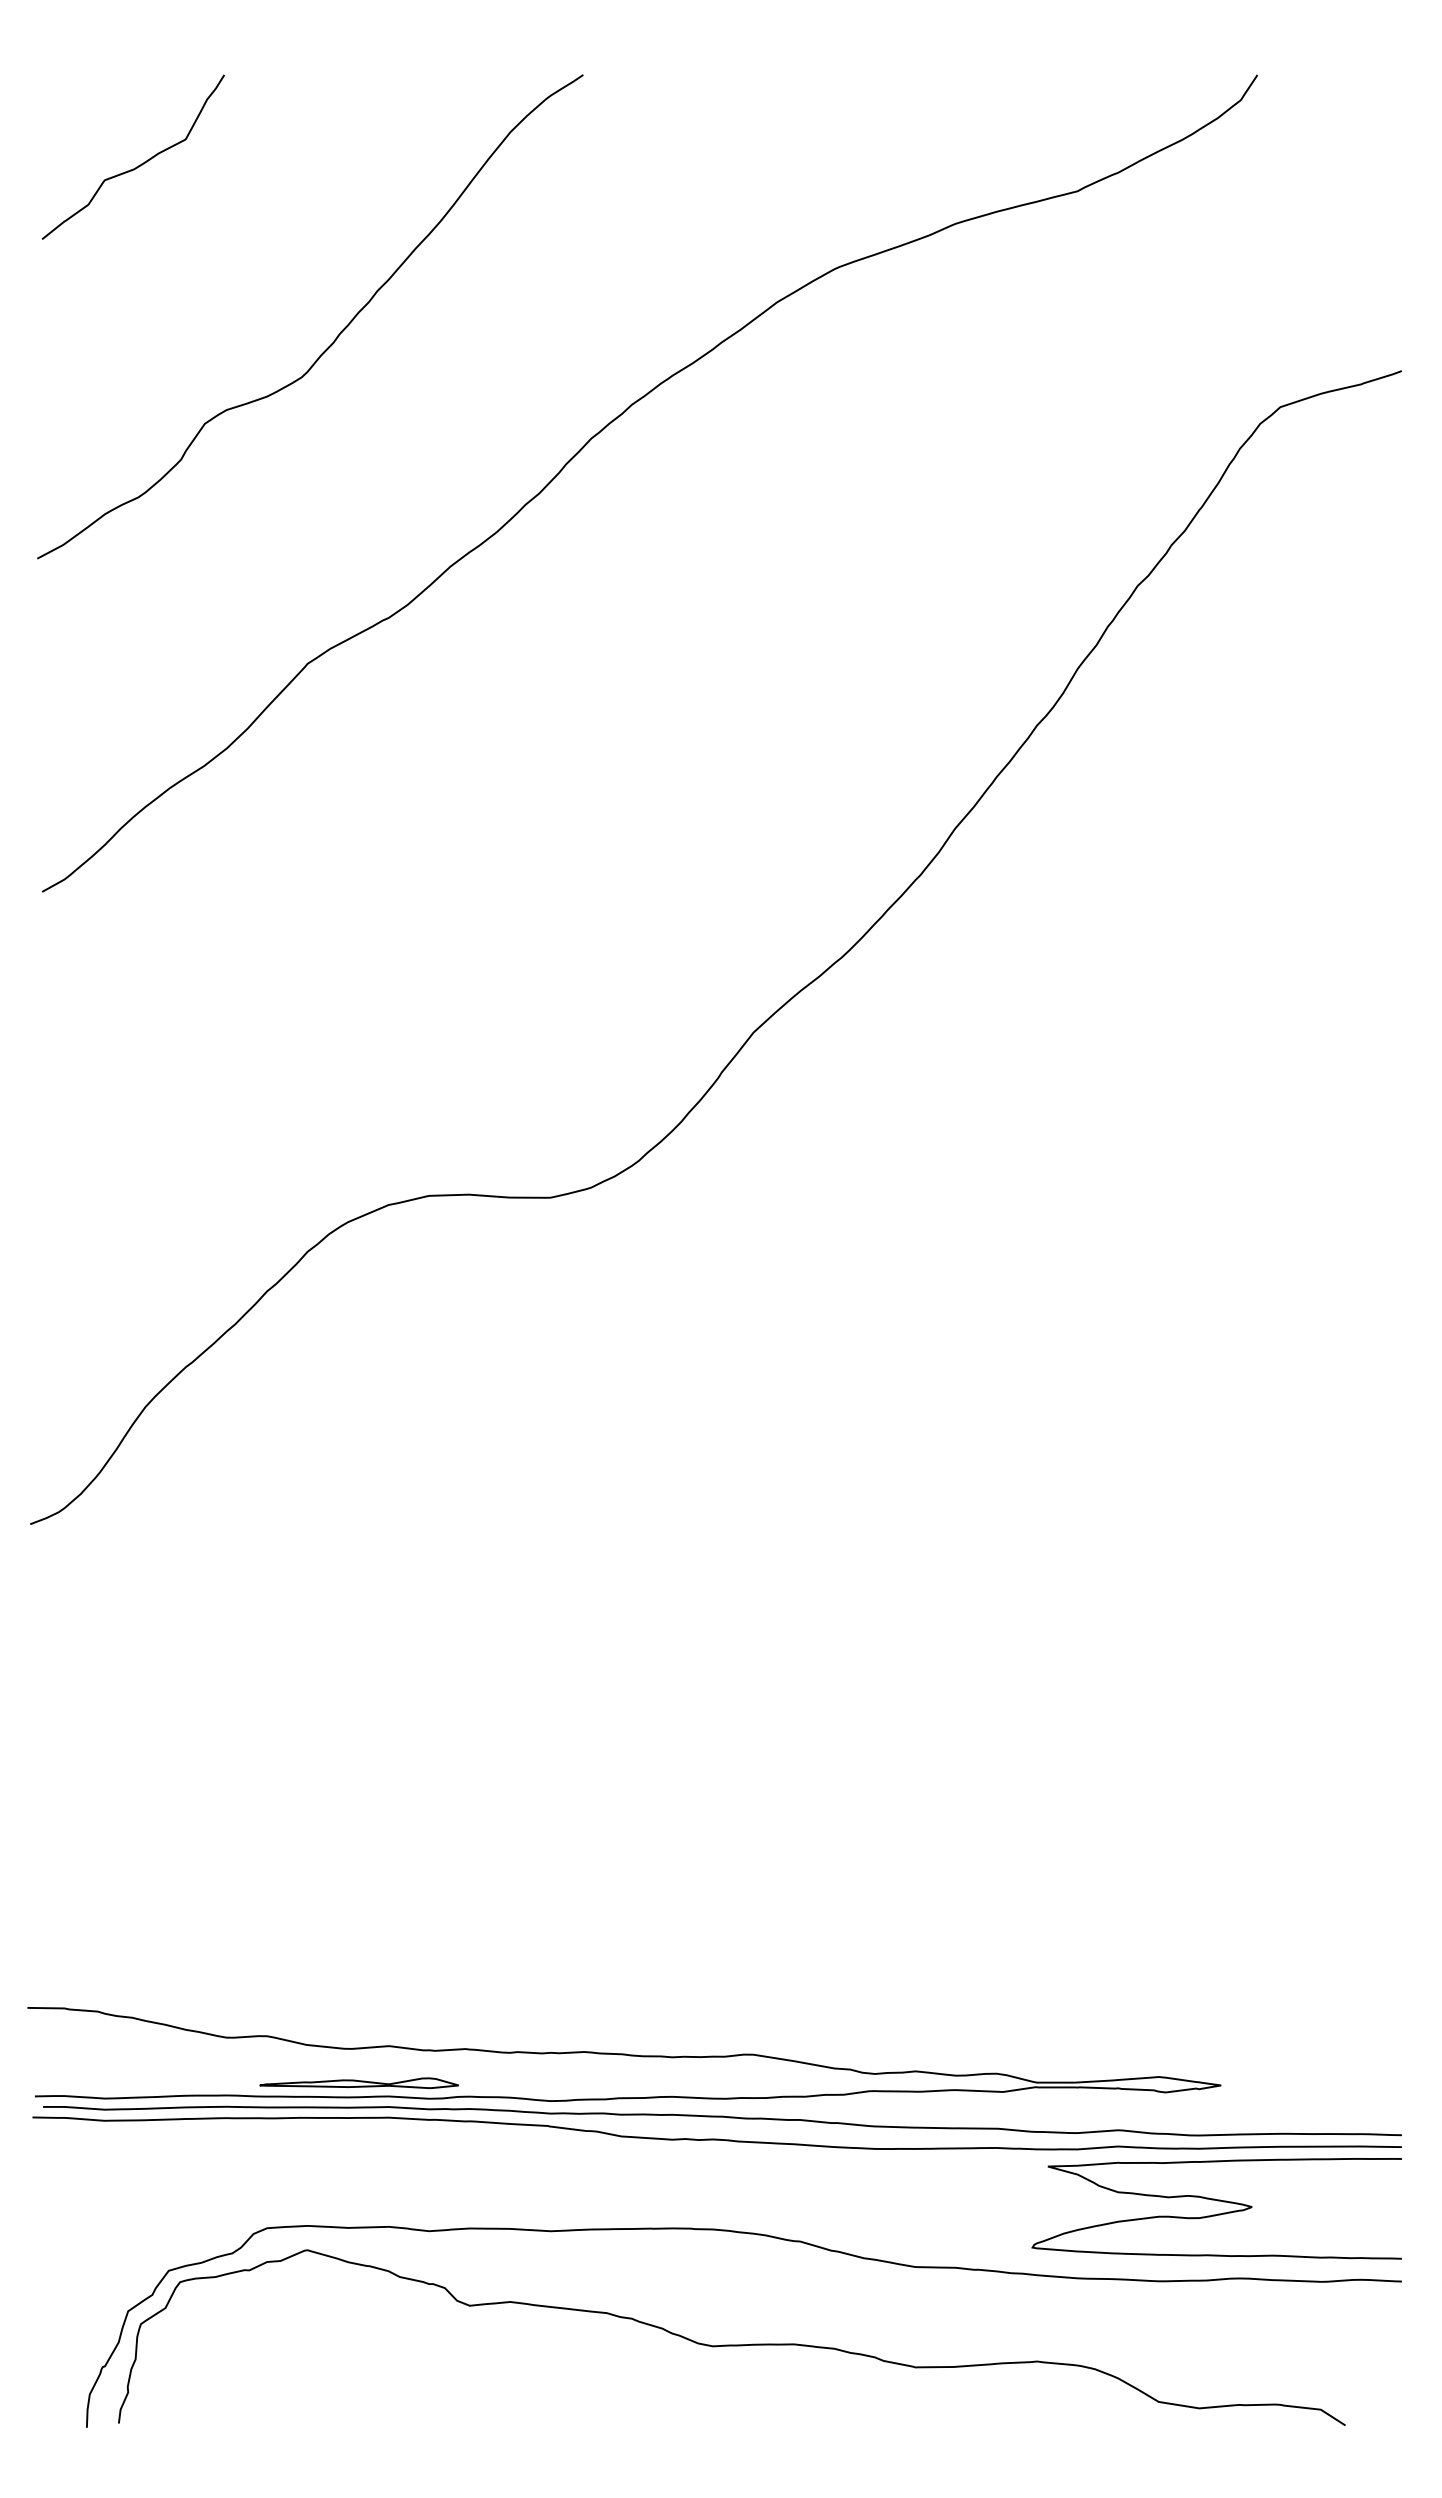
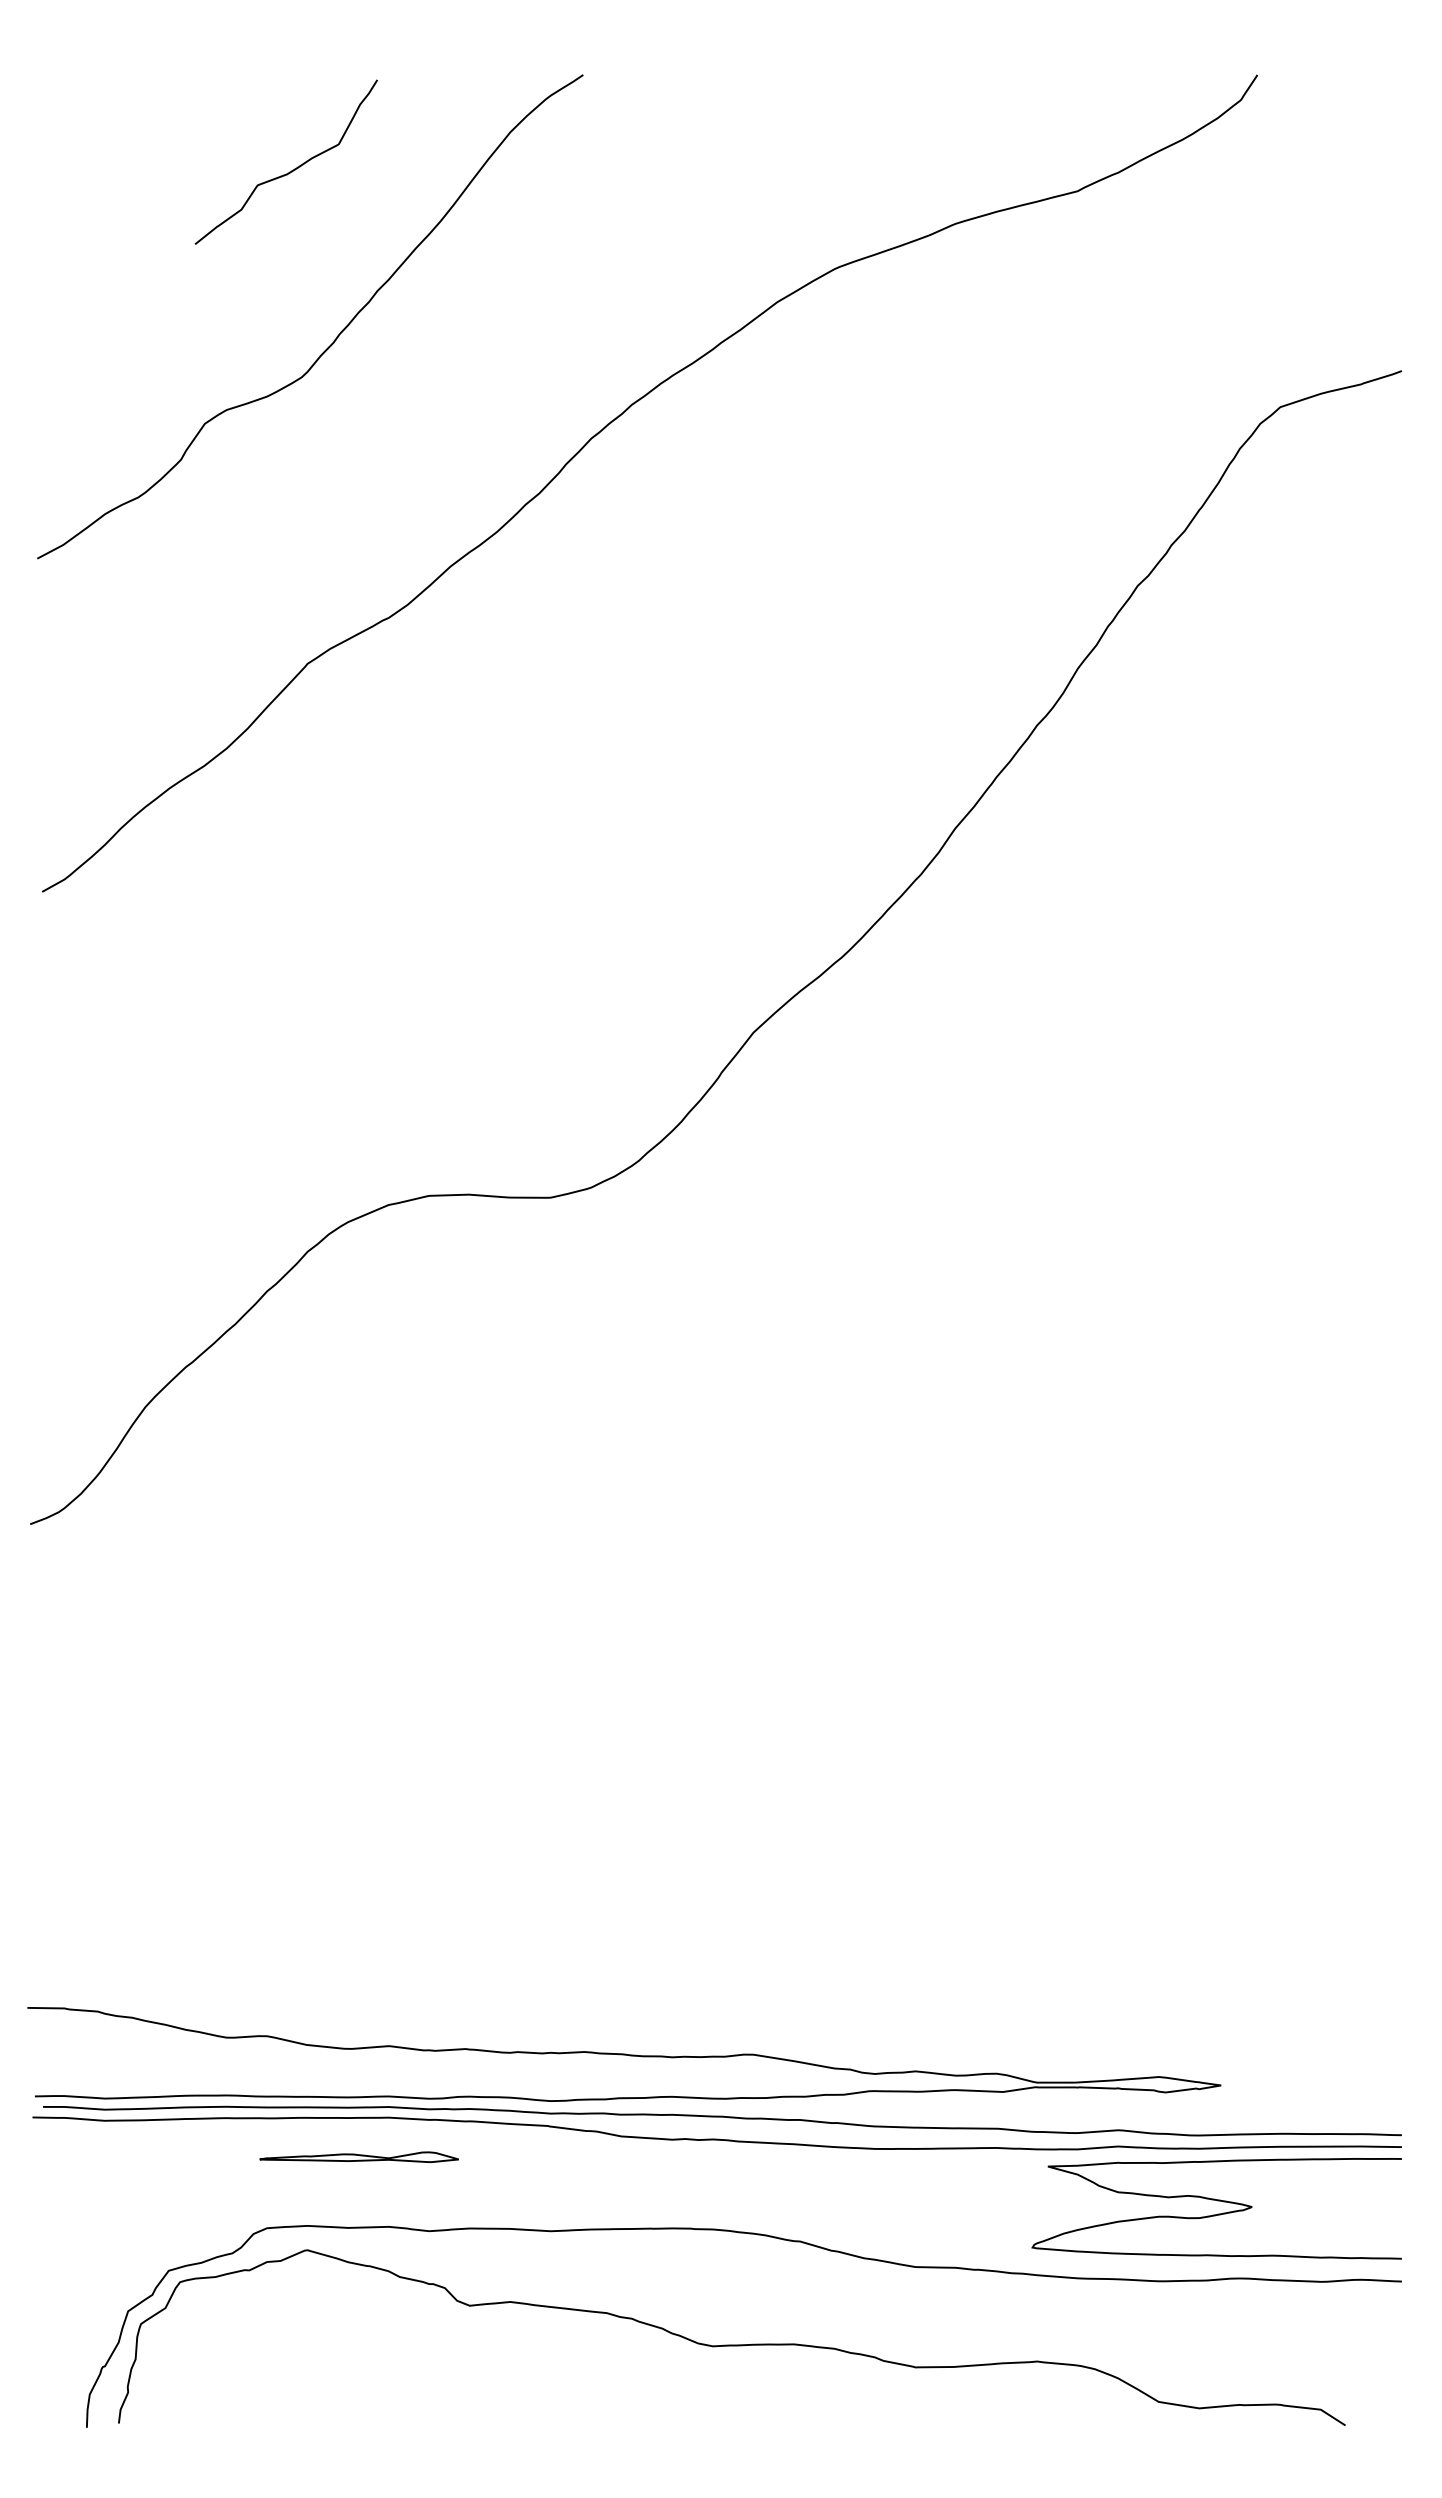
curve at (139, 164) position: (139, 164) -> (292, 169)
part at (358, 2082) position: (358, 2082) -> (358, 2156)
